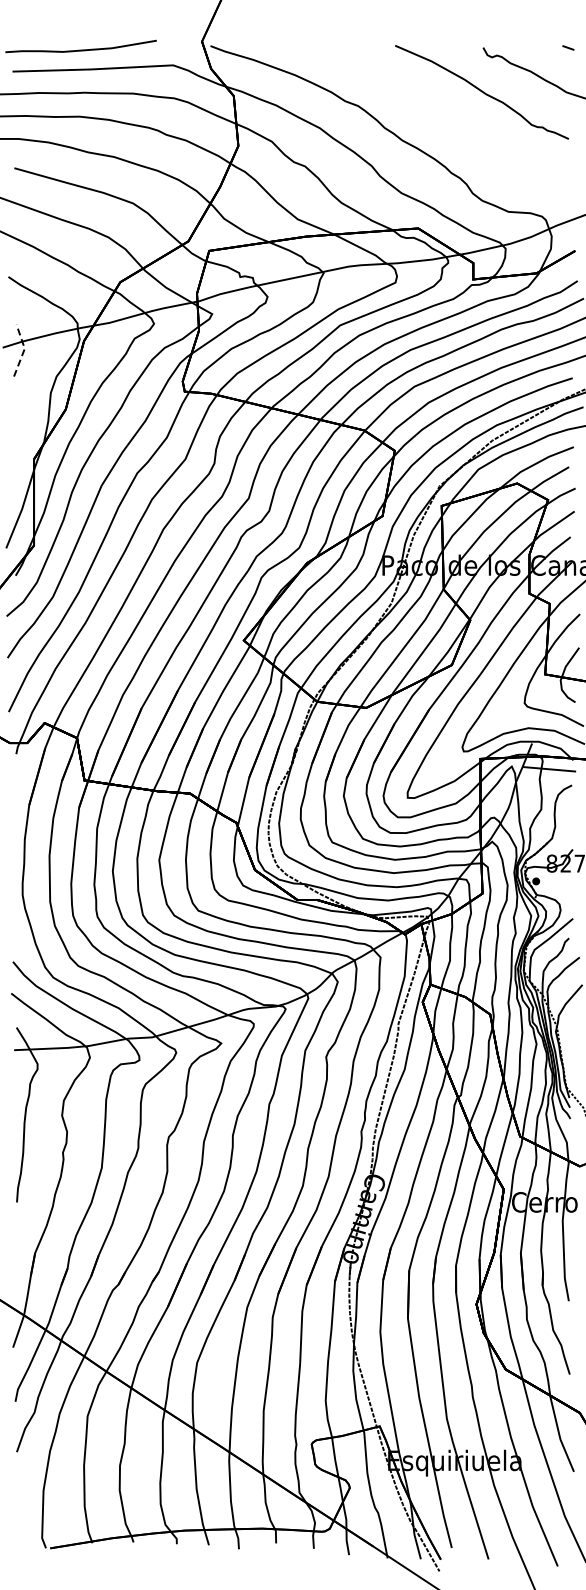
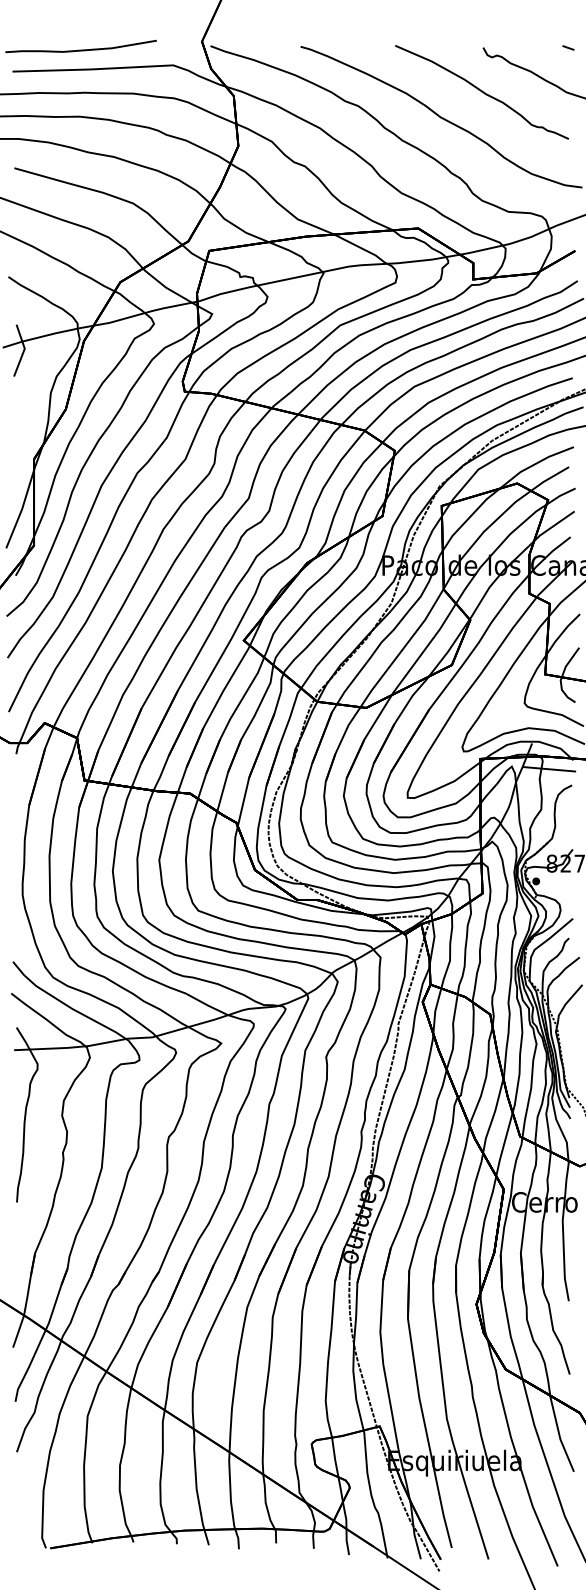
curve at (441, 117): none -> present
line at (24, 349): dashed -> solid
